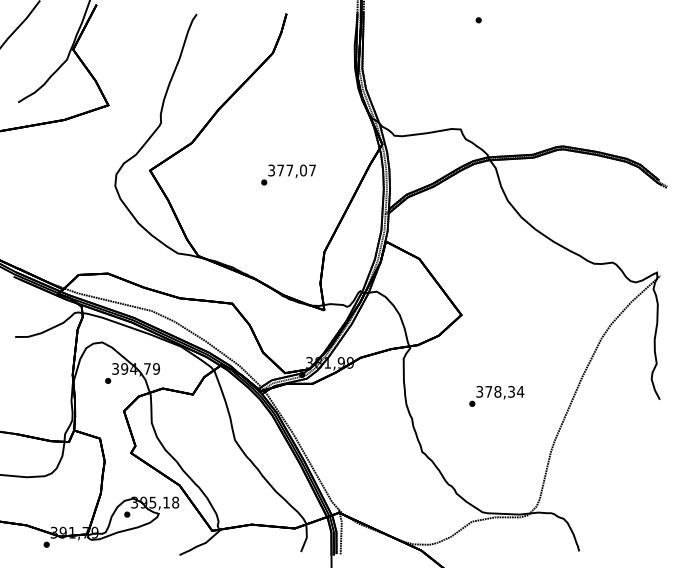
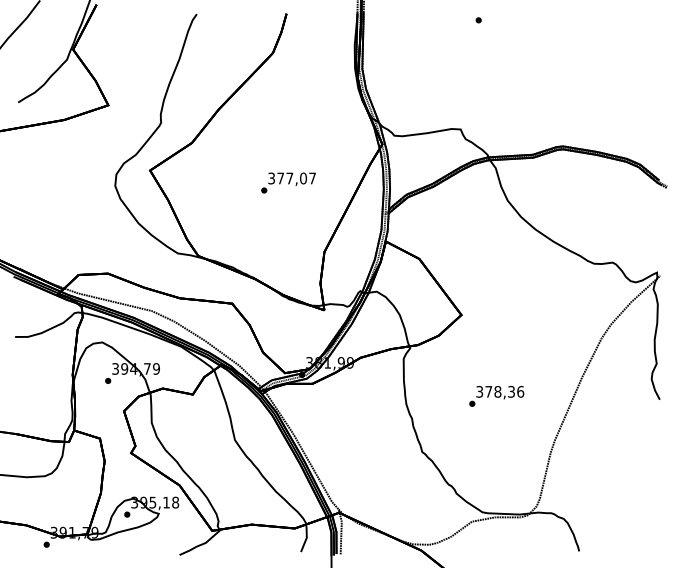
text at (288, 174) position: (288, 174) -> (288, 182)
text at (520, 391): 378,34 -> 378,36
